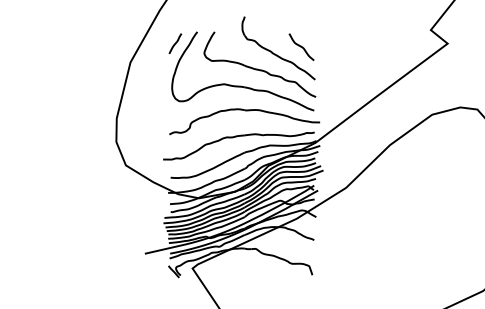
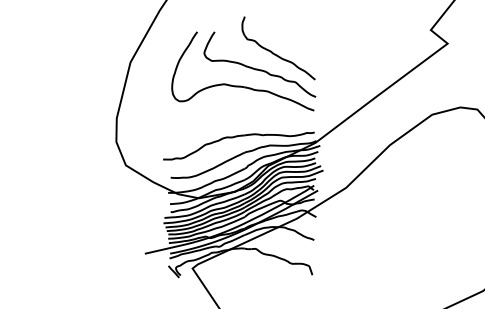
line at (175, 43): present -> none
curve at (301, 46): present -> none
part at (244, 111): present -> none
